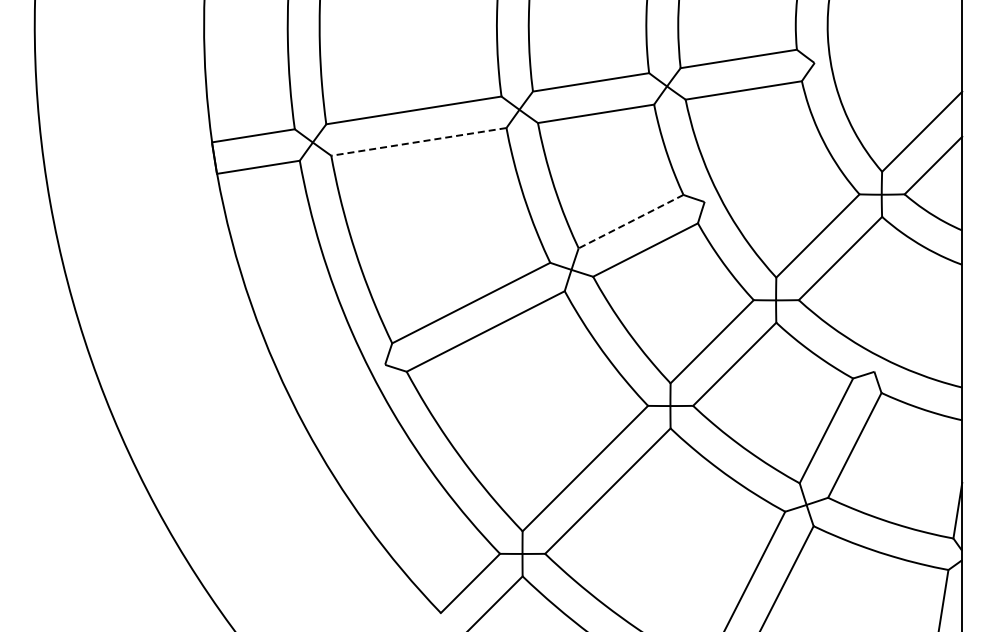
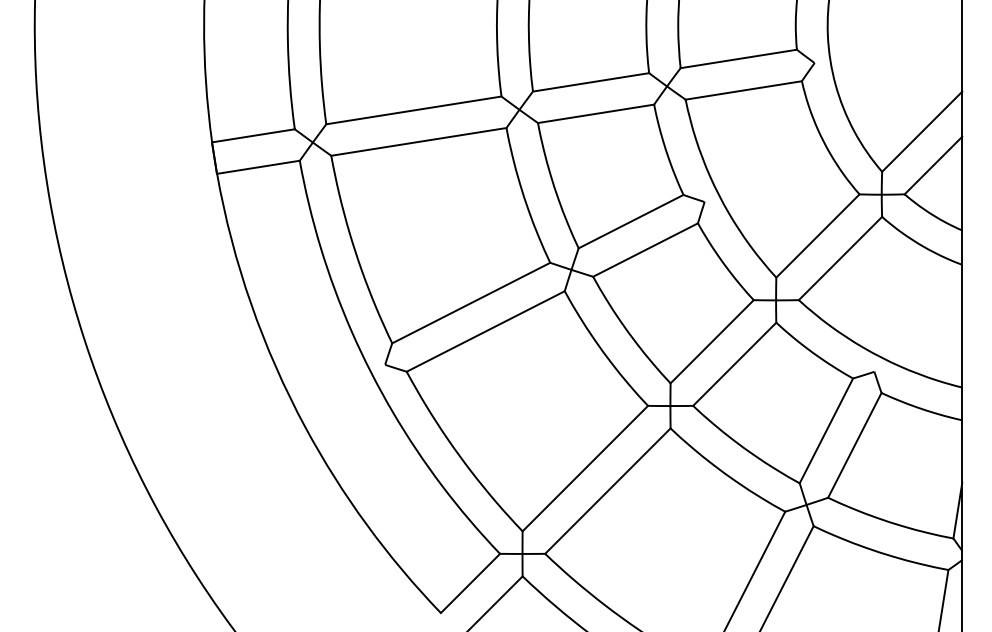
line at (418, 141): dashed -> solid
line at (631, 221): dashed -> solid
